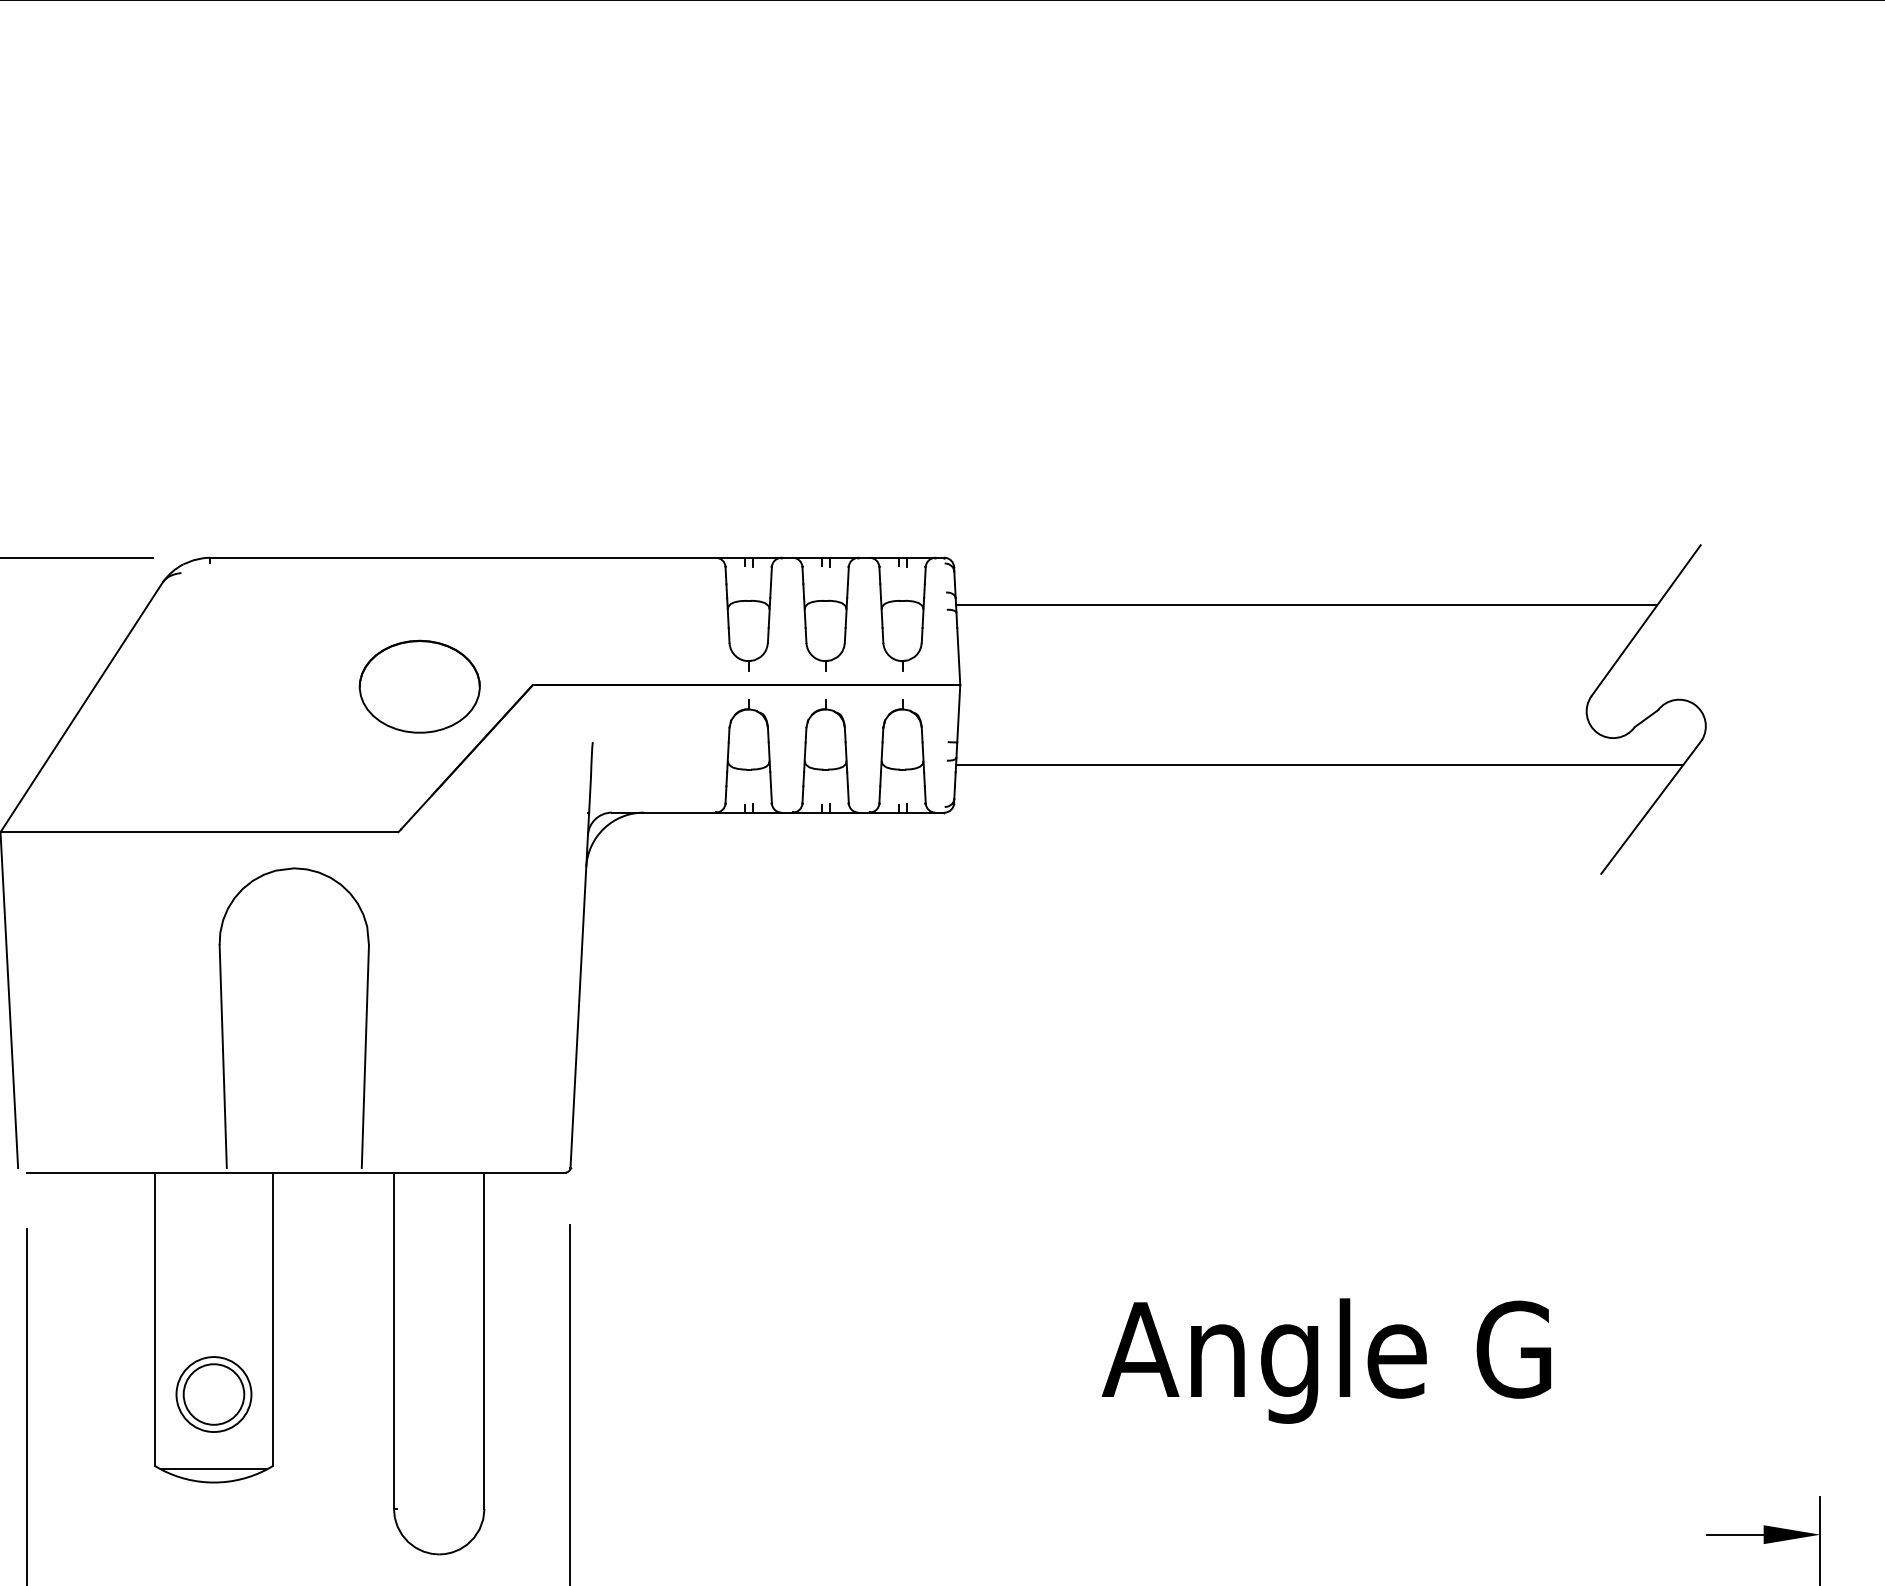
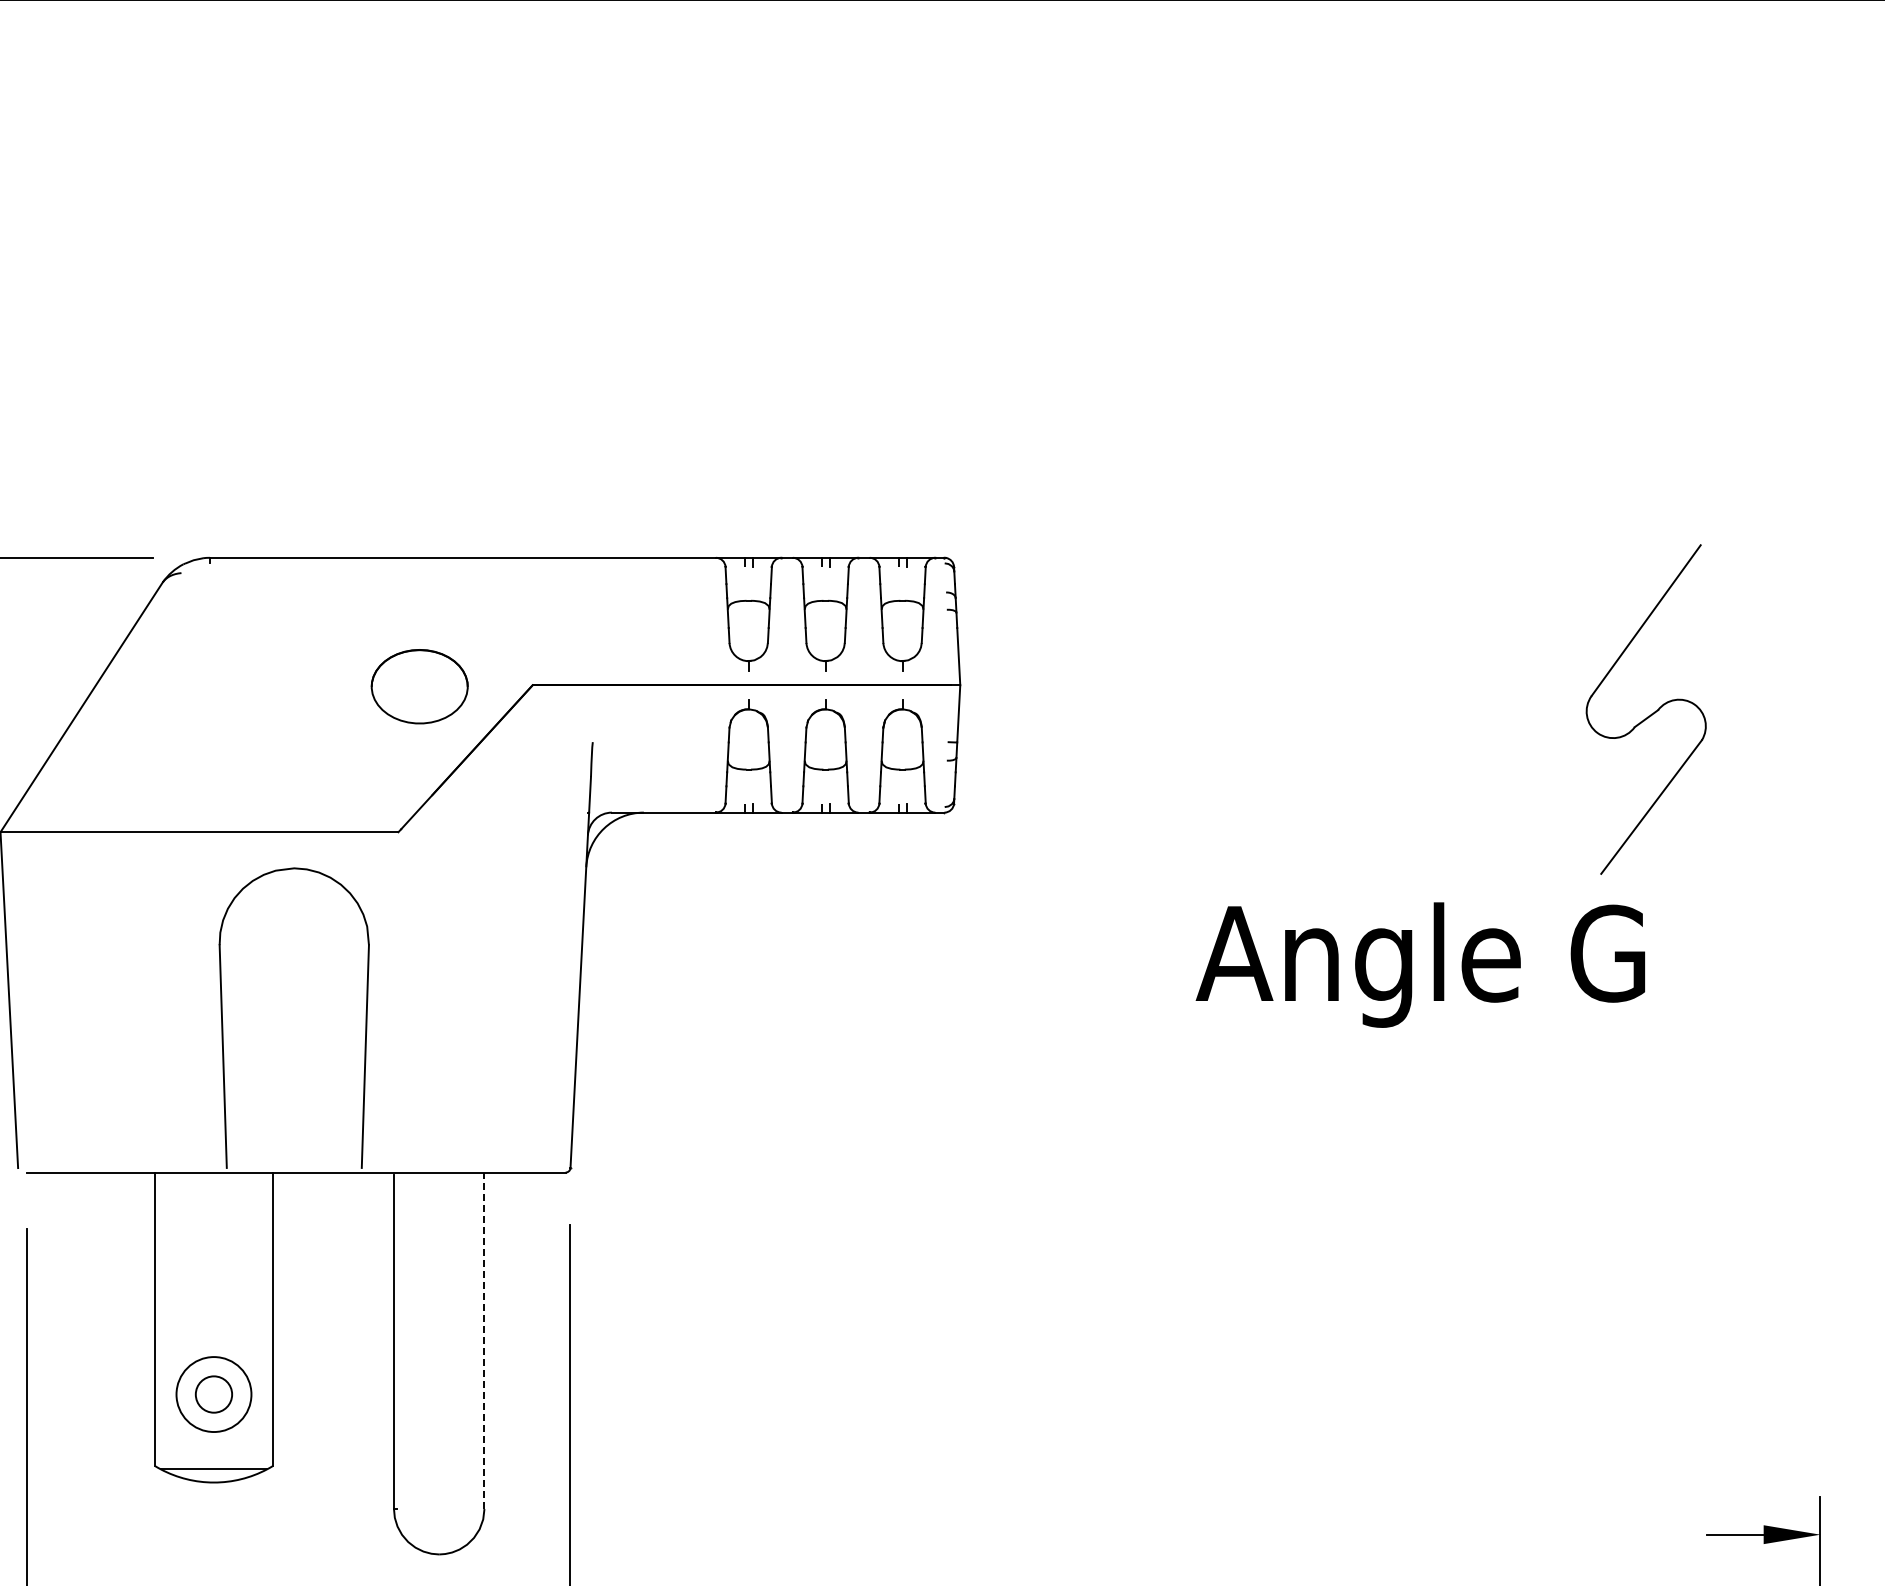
line at (1306, 605): present -> none
part at (419, 686) size: 123x95 px -> 99x76 px
line at (1319, 765): present -> none
line at (484, 1340): solid -> dashed
text at (1325, 1360) position: (1325, 1360) -> (1419, 964)
circle at (213, 1394) diameter: 61 px -> 36 px
